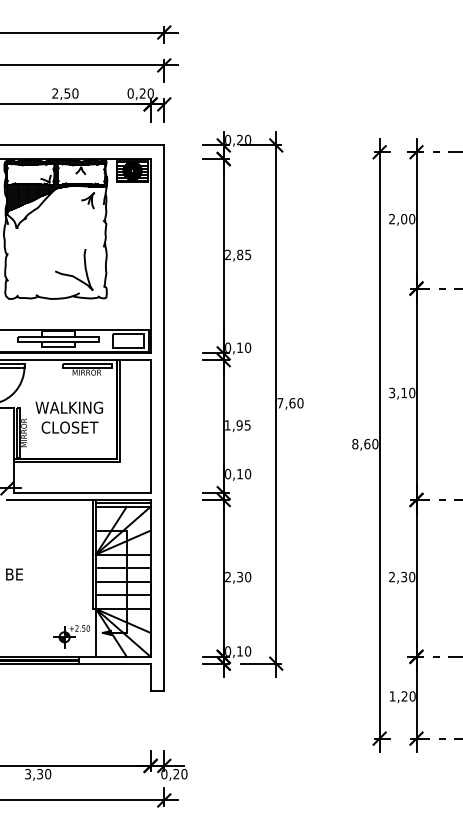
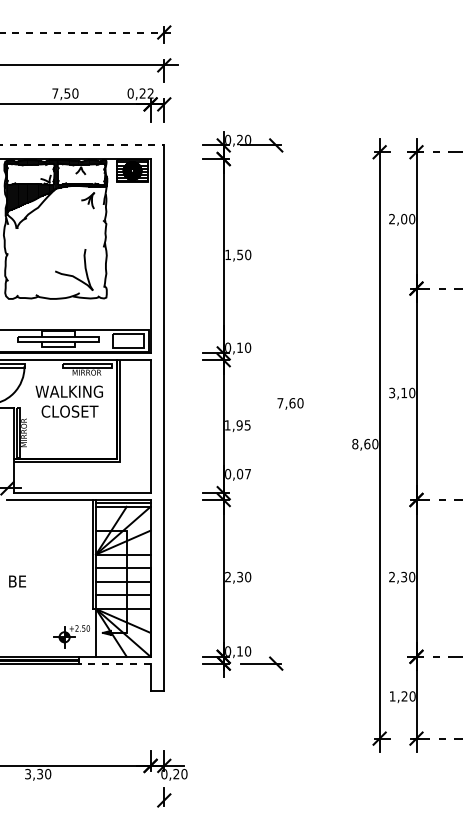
line at (88, 32): solid -> dashed
text at (55, 93): 2,50 -> 7,50
text at (150, 93): 0,20 -> 0,22
line at (82, 145): solid -> dashed
text at (238, 254): 2,85 -> 1,50
line at (276, 404): present -> none
text at (68, 417) position: (68, 417) -> (68, 401)
text at (244, 474): 0,10 -> 0,07
text at (14, 574) position: (14, 574) -> (17, 581)
line at (114, 663): solid -> dashed
line at (89, 800): present -> none
